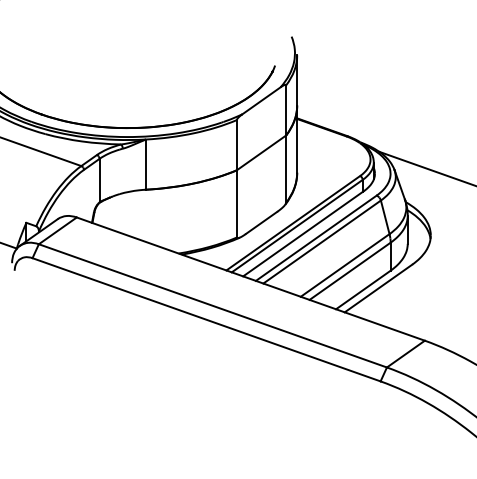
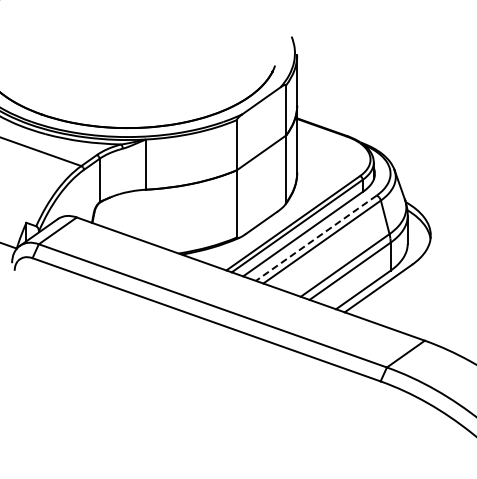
line at (426, 168): present -> none
line at (316, 238): solid -> dashed
